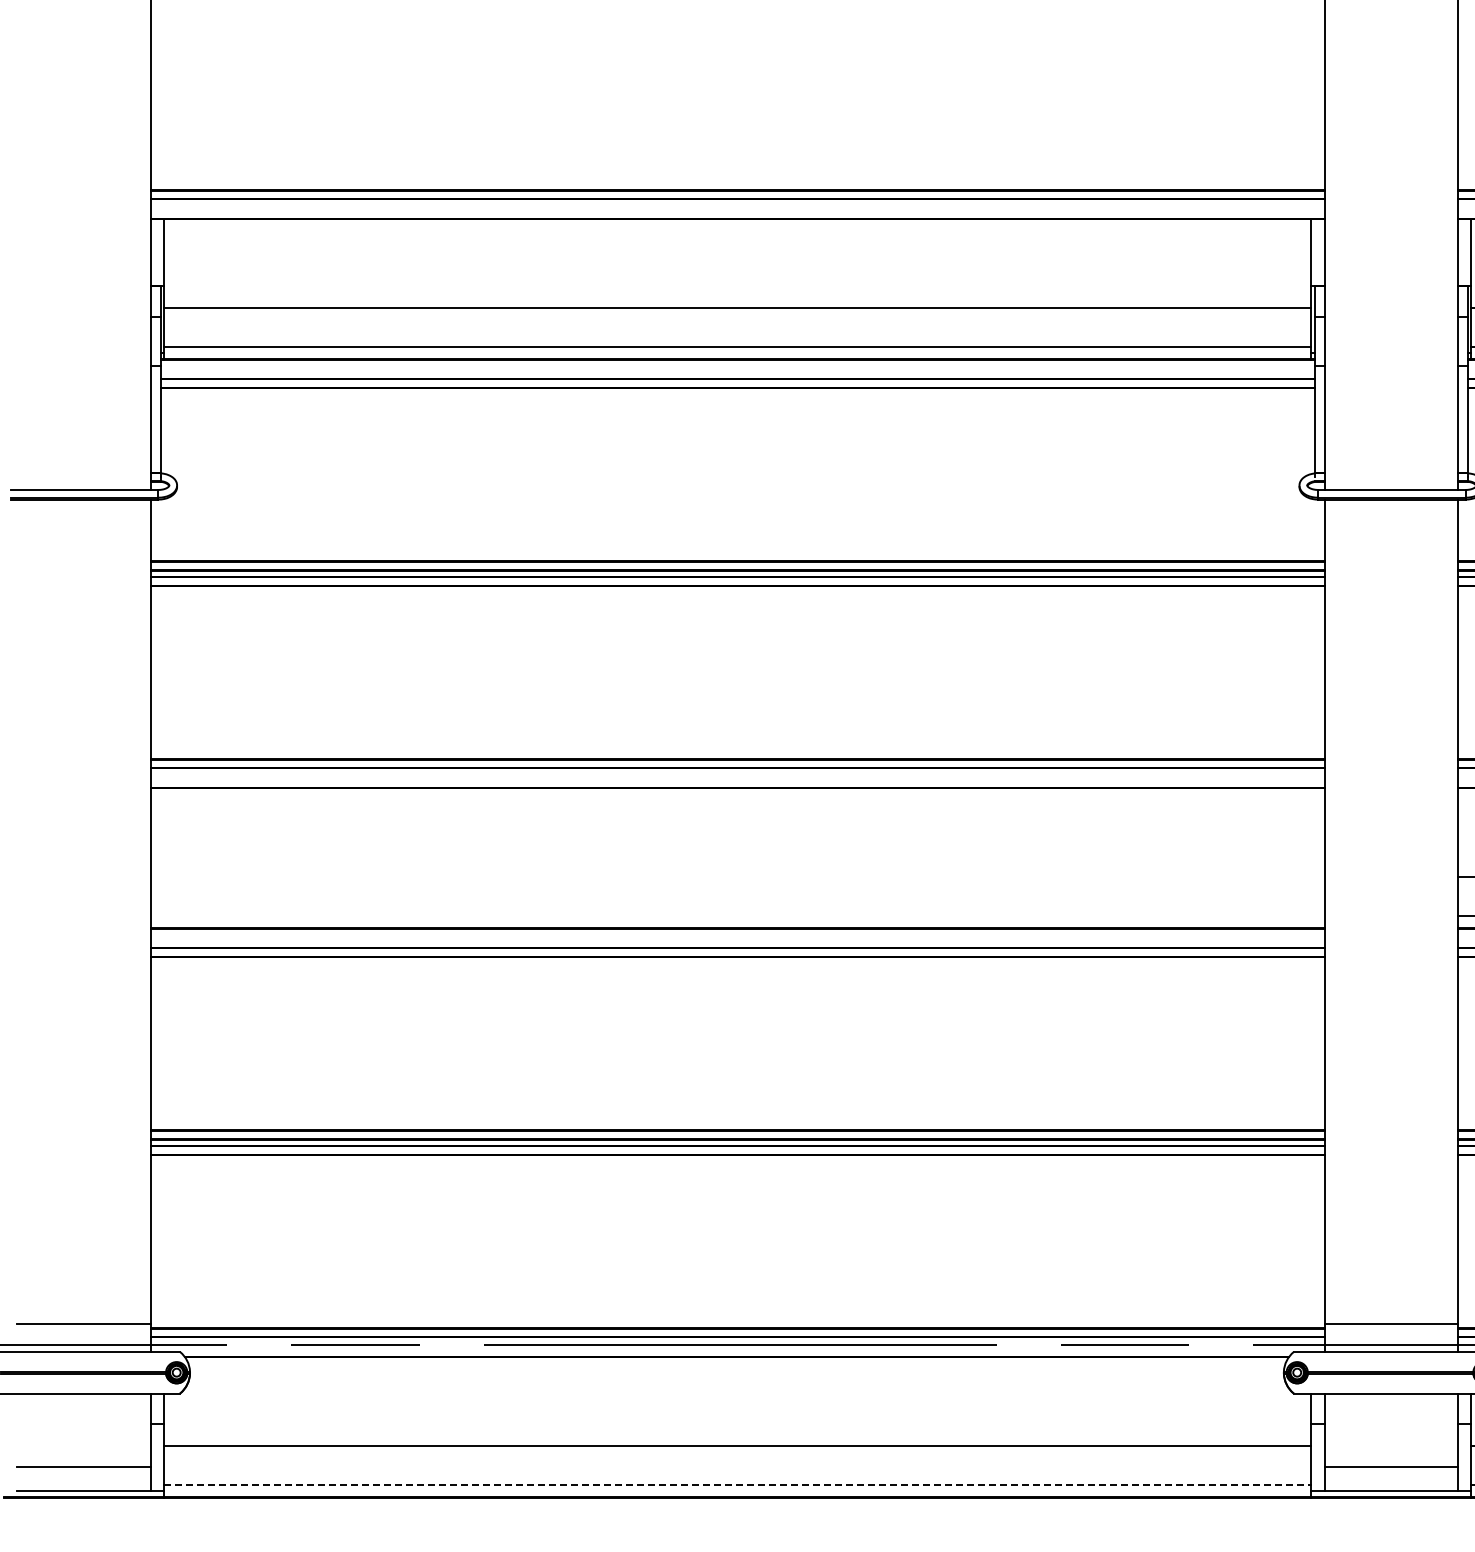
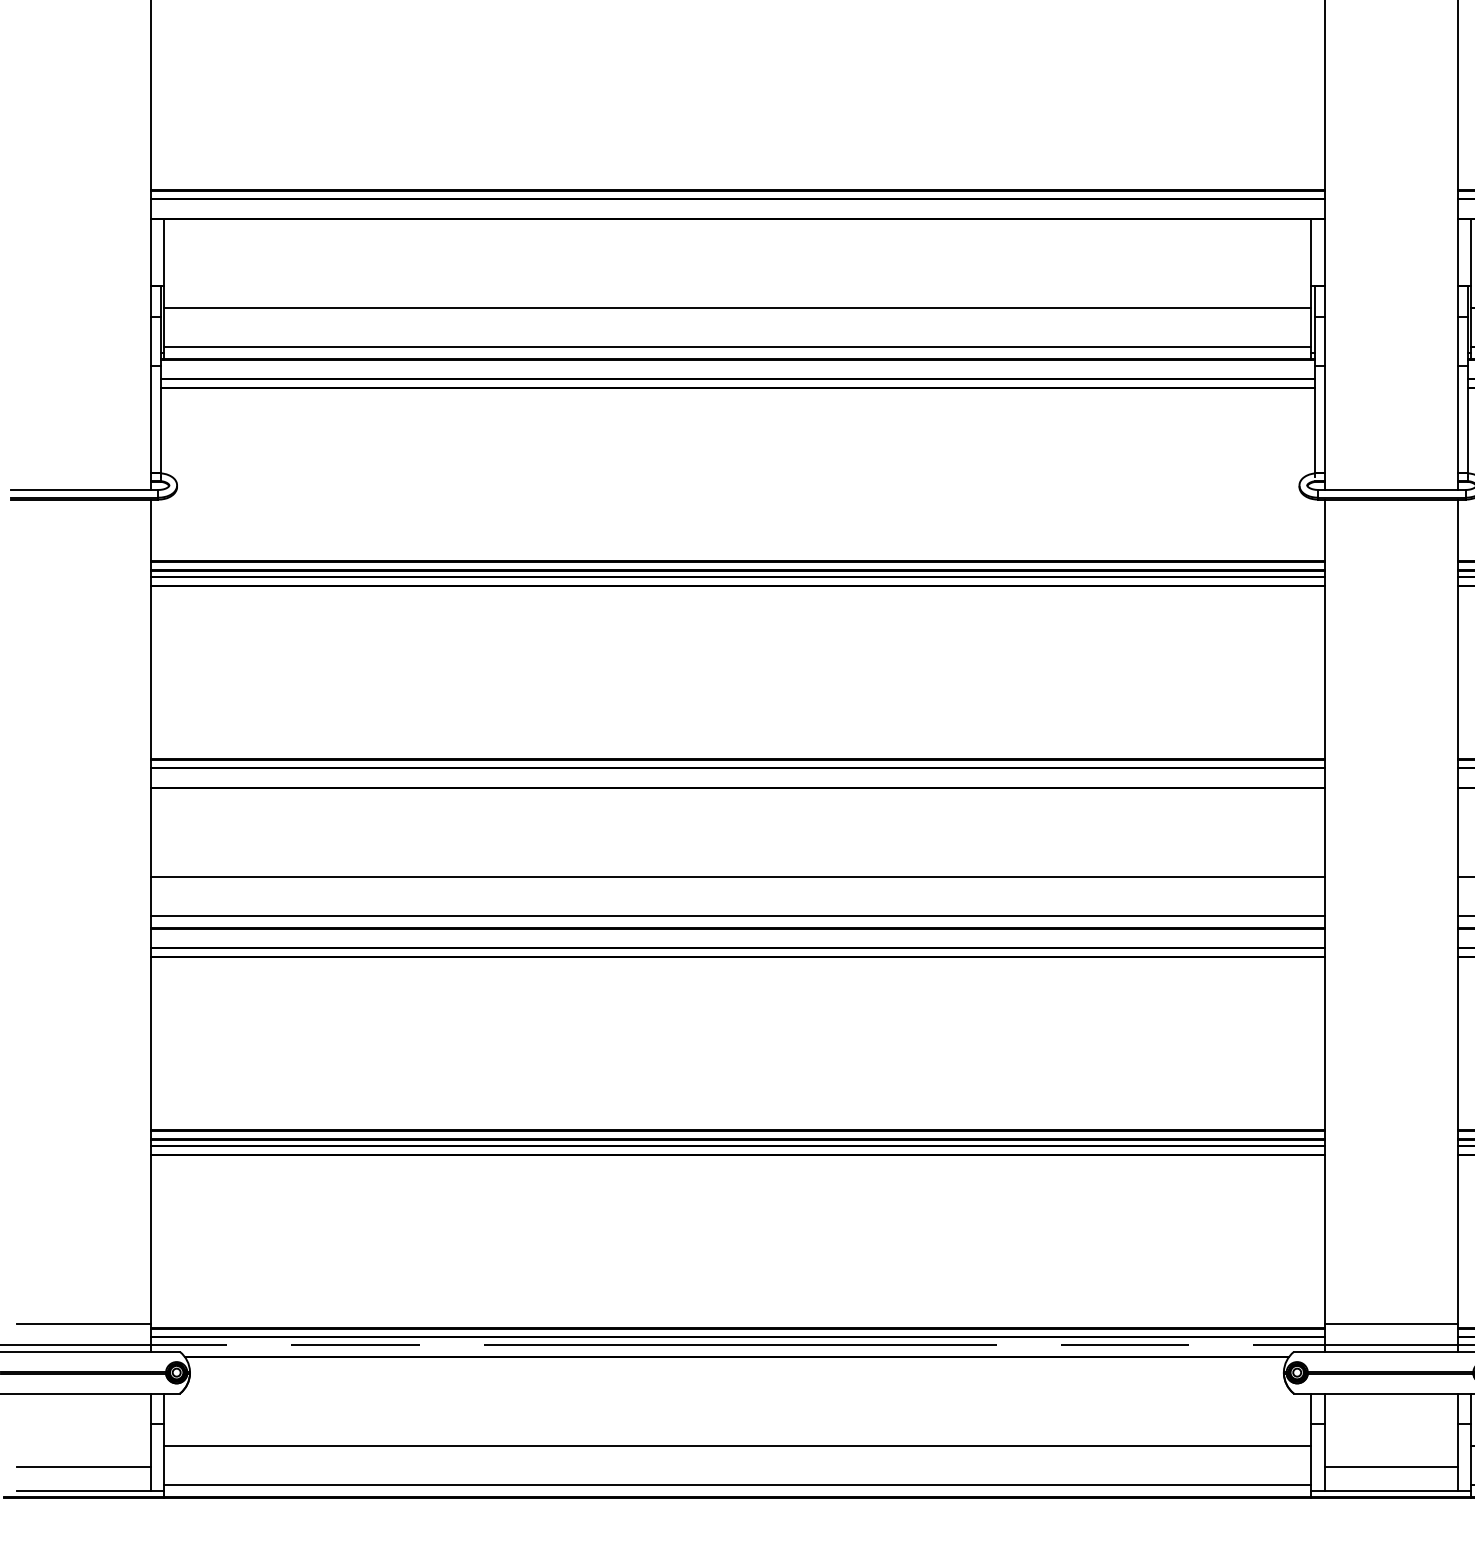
line at (737, 876): none -> present
line at (737, 916): none -> present
line at (737, 1485): dashed -> solid
